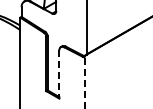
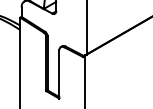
line at (59, 75): dashed -> solid
line at (85, 81): dashed -> solid
